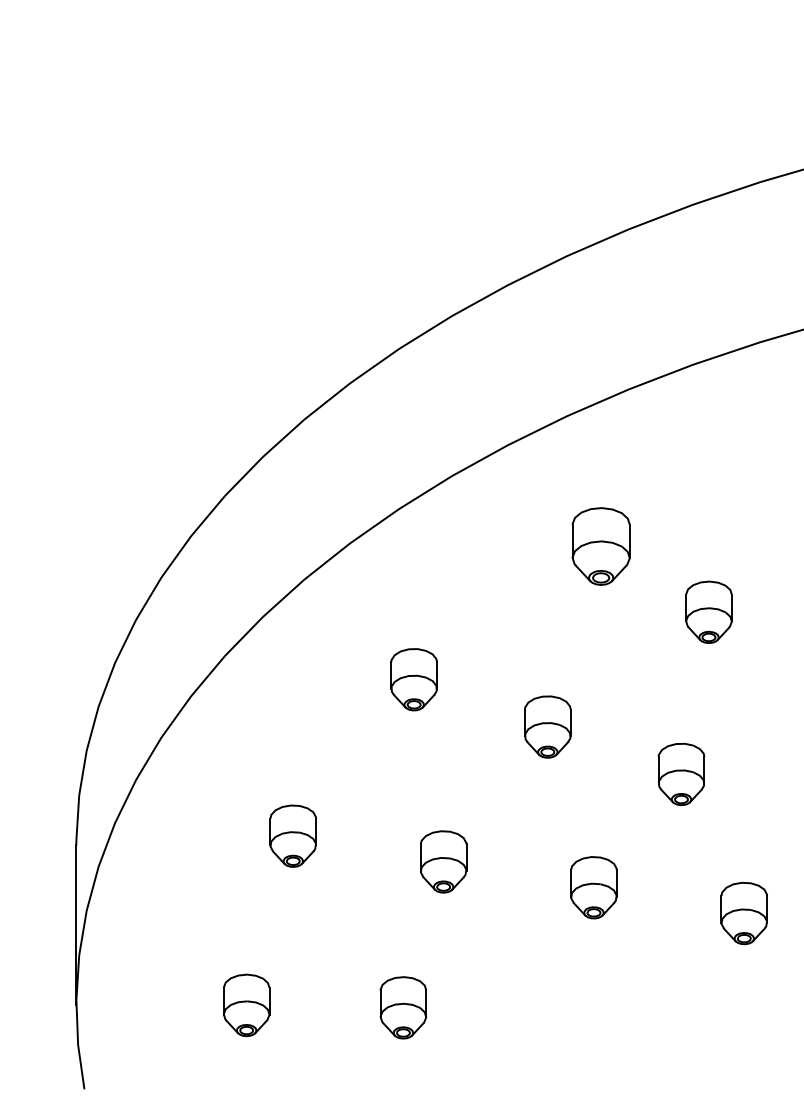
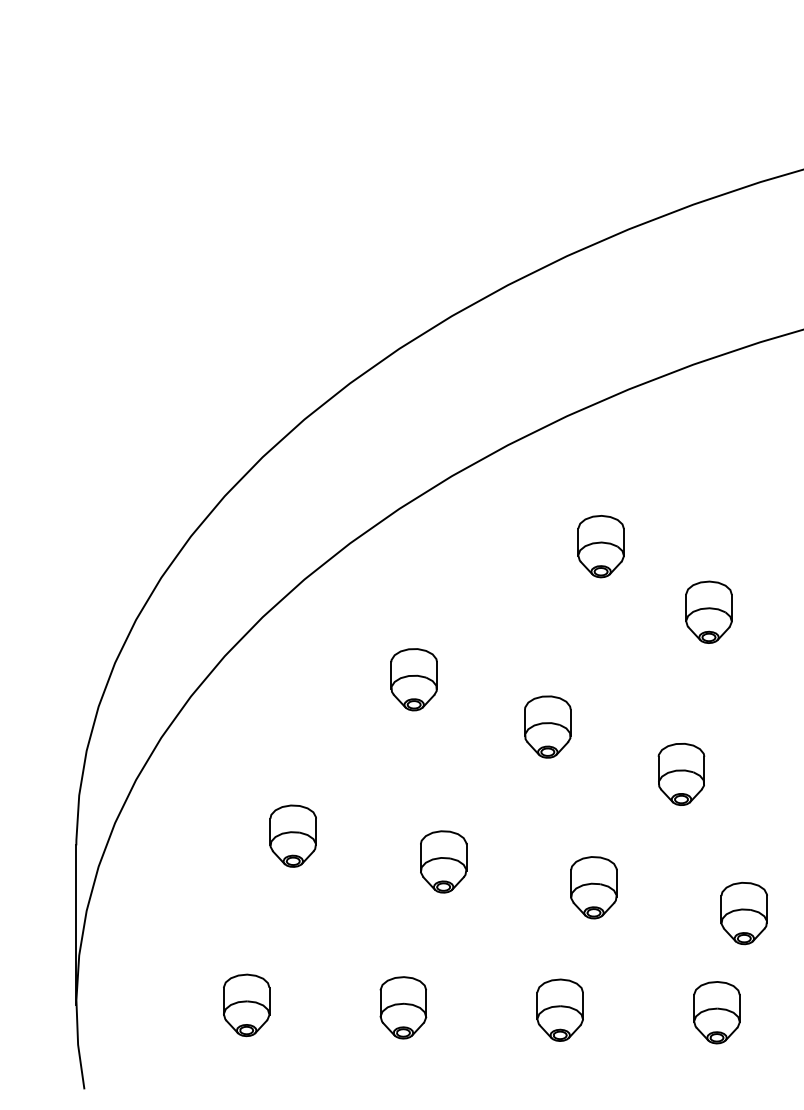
part at (600, 546) size: 60x79 px -> 48x64 px
part at (559, 1009): none -> present
part at (716, 1012): none -> present
